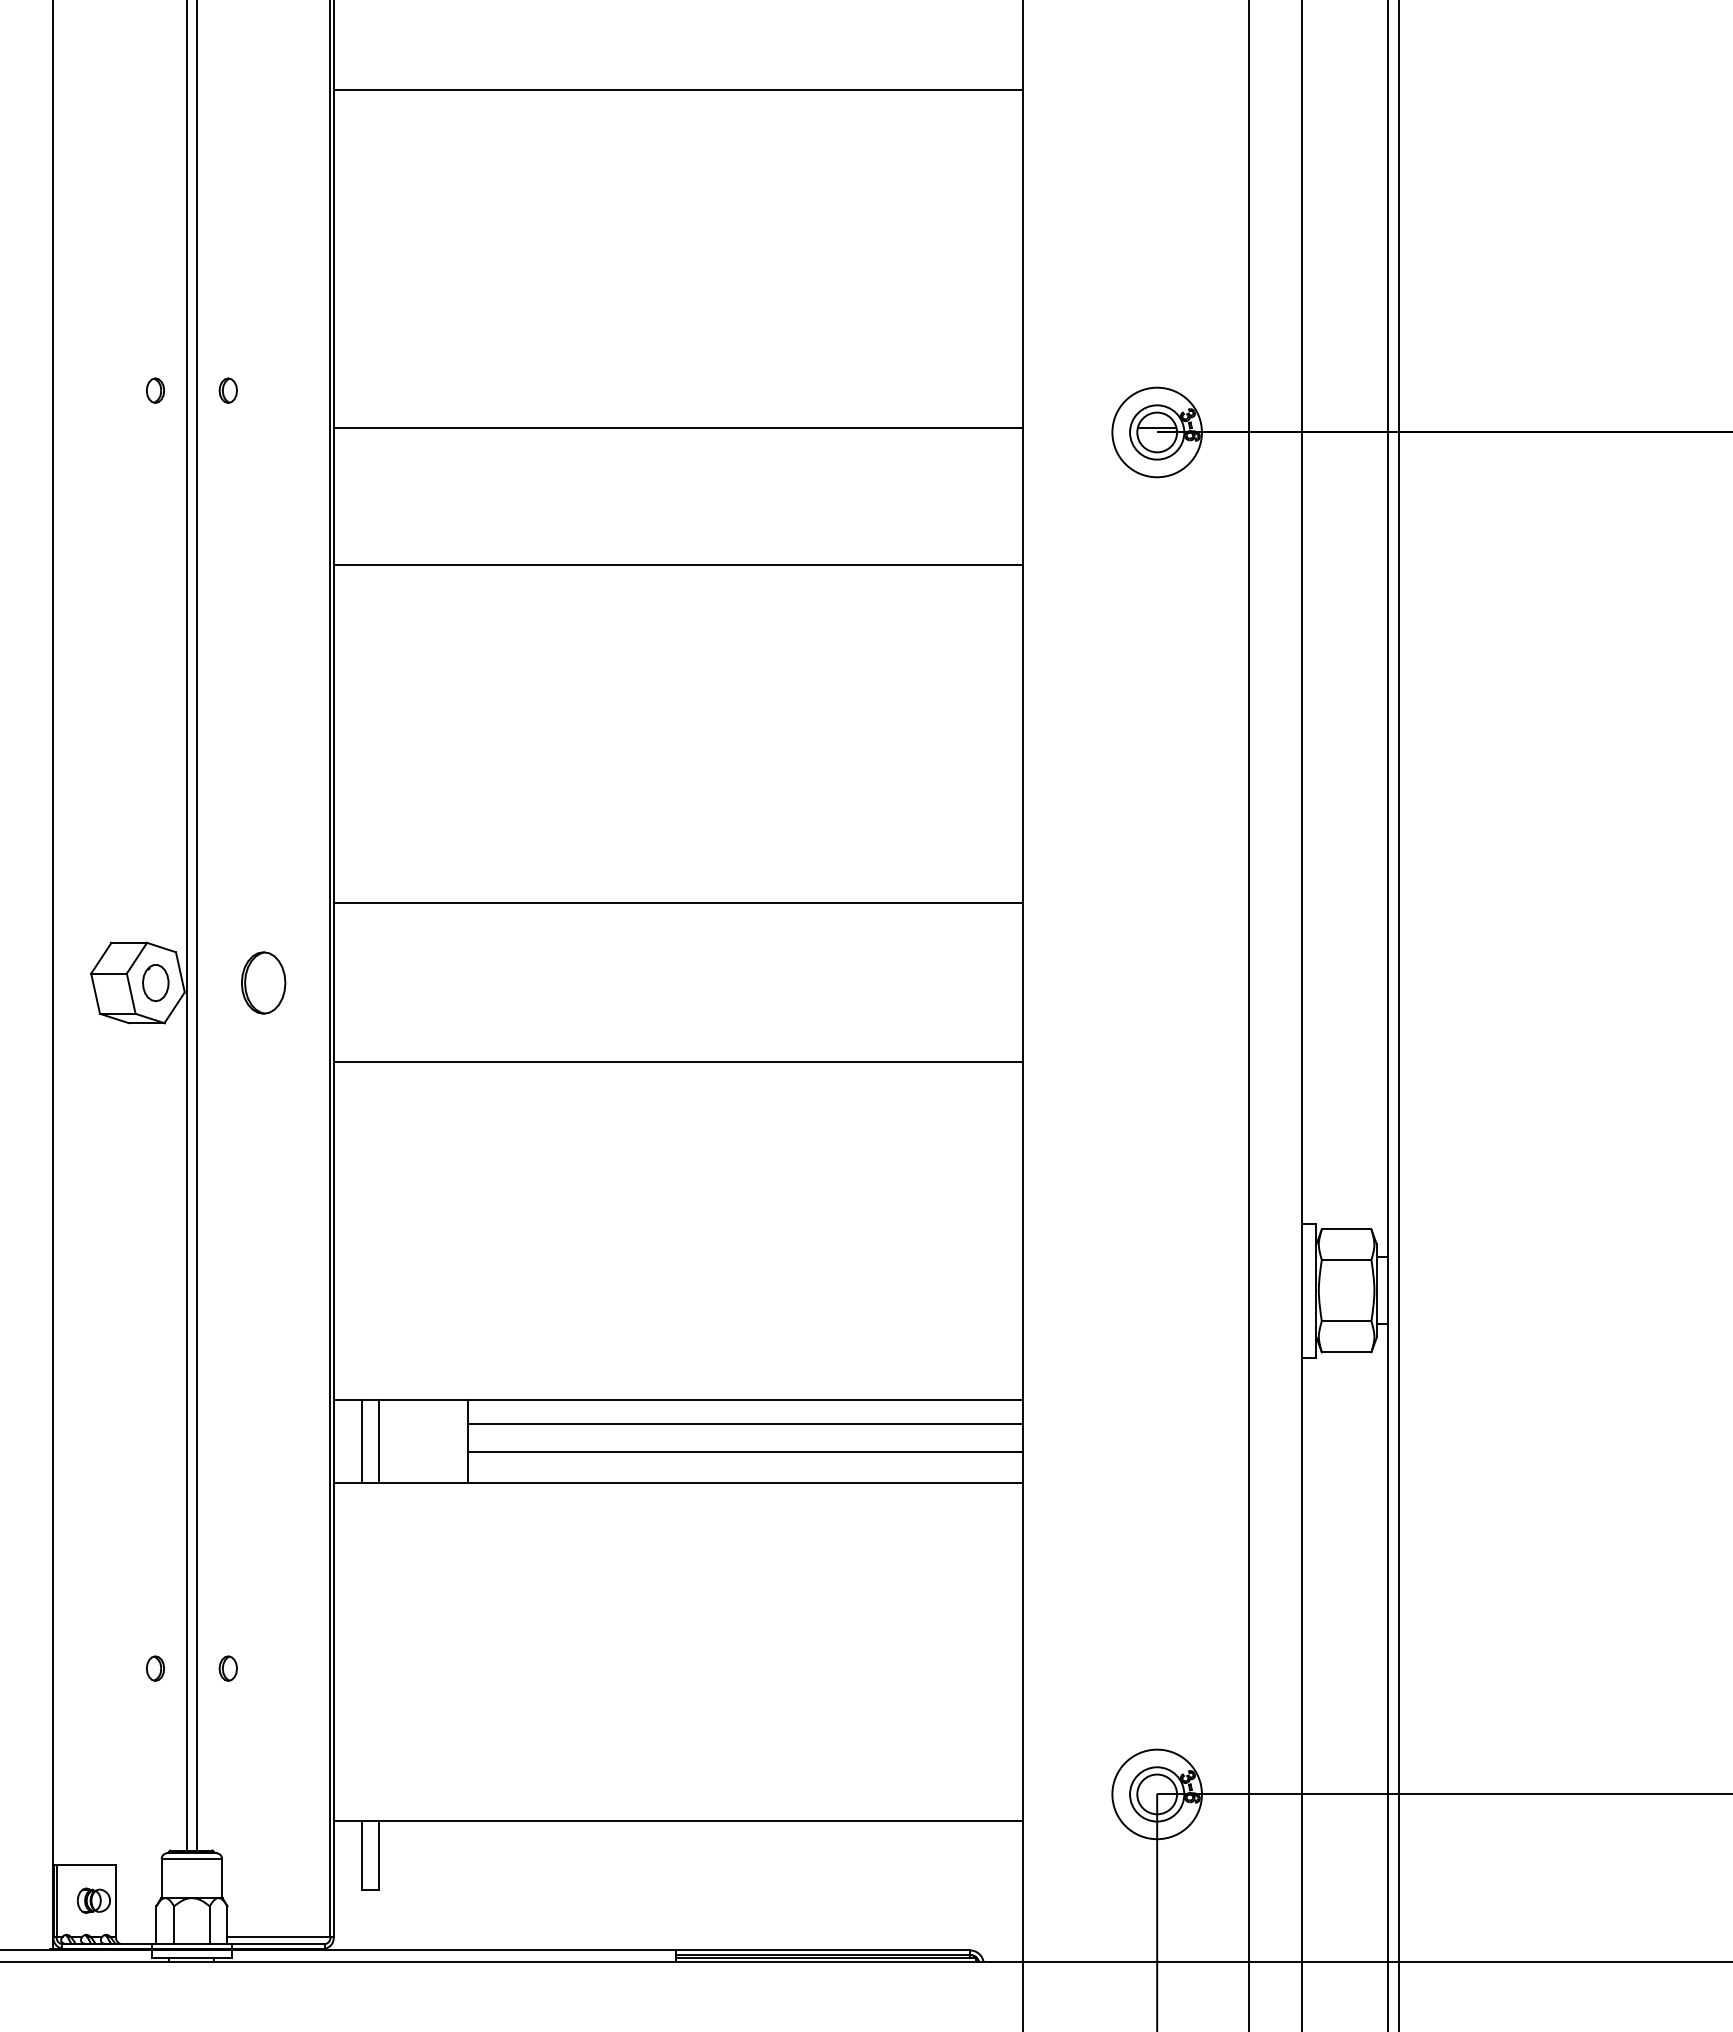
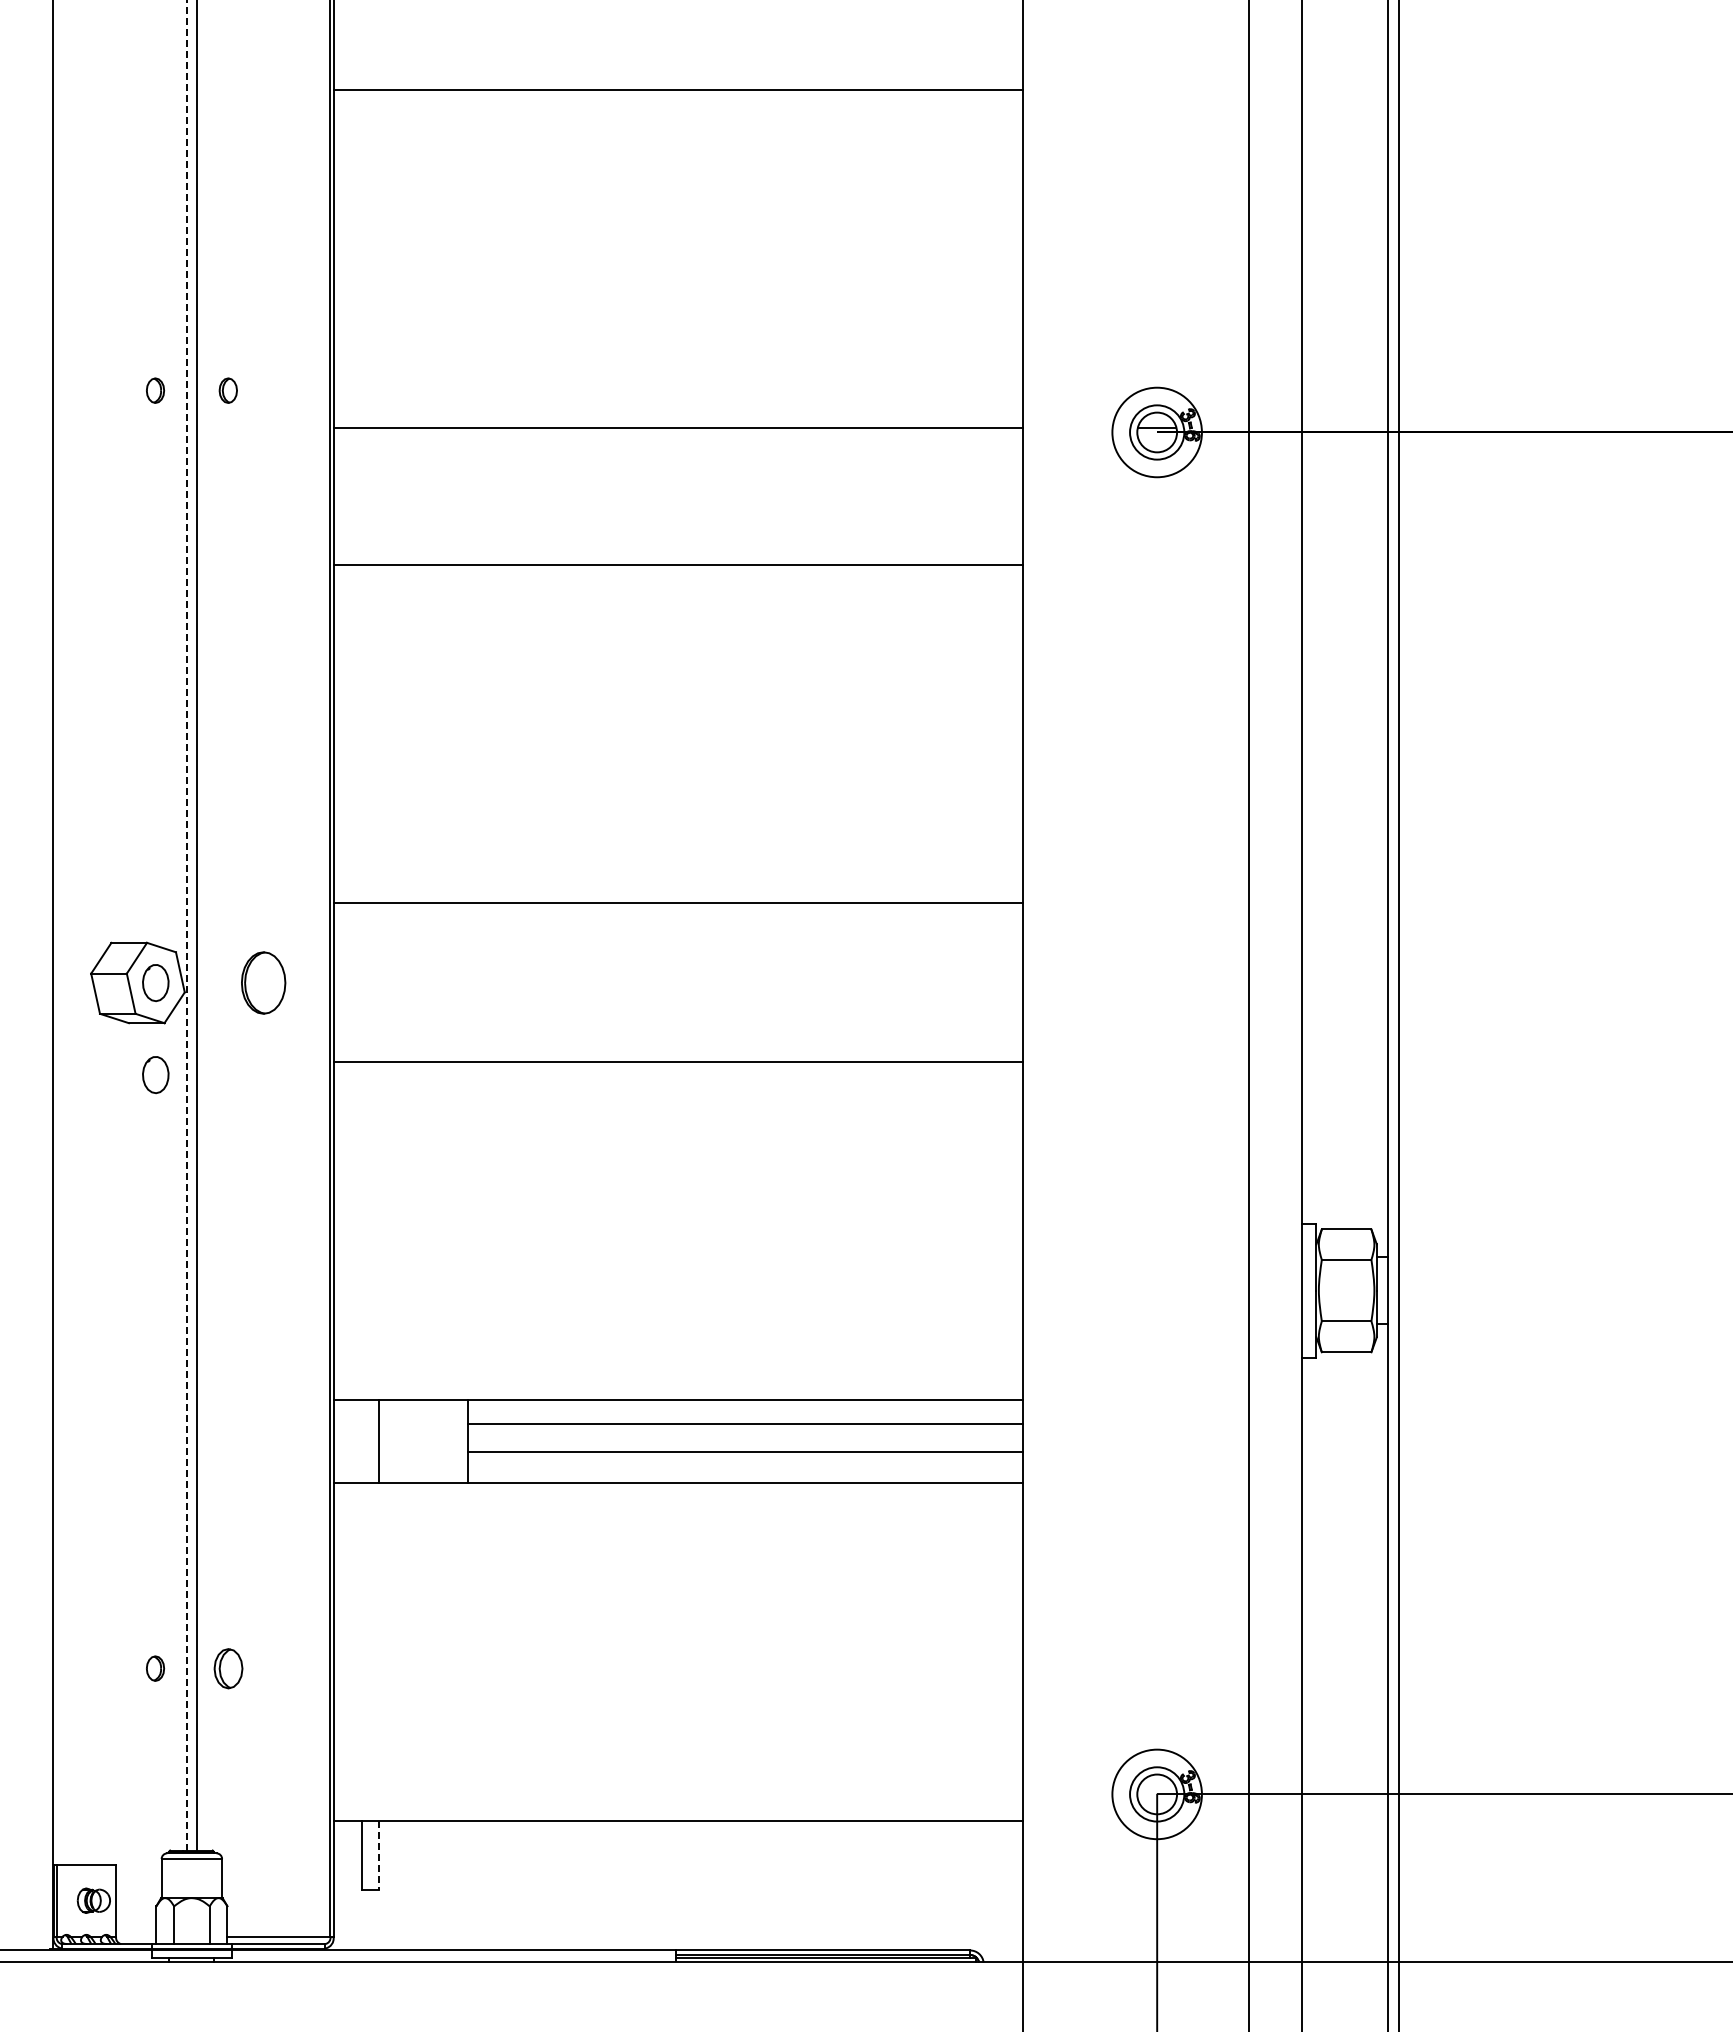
line at (186, 925): solid -> dashed
part at (155, 1075): none -> present
line at (362, 1441): present -> none
part at (227, 1668) size: 20x27 px -> 31x42 px
line at (378, 1855): solid -> dashed
